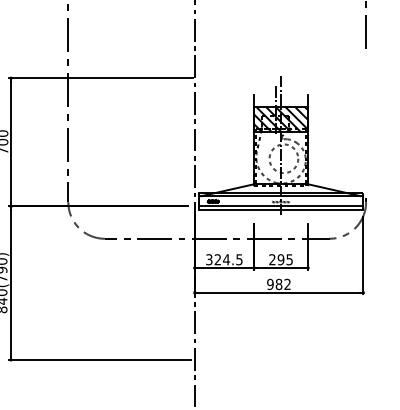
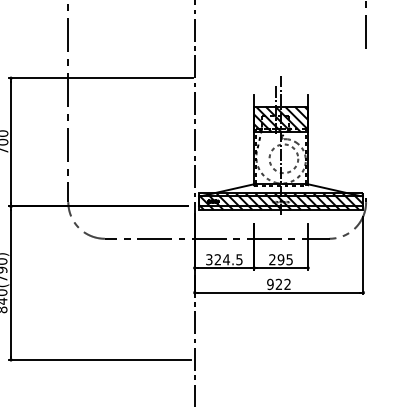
hatch at (280, 201): none -> present
text at (278, 284): 982 -> 922
